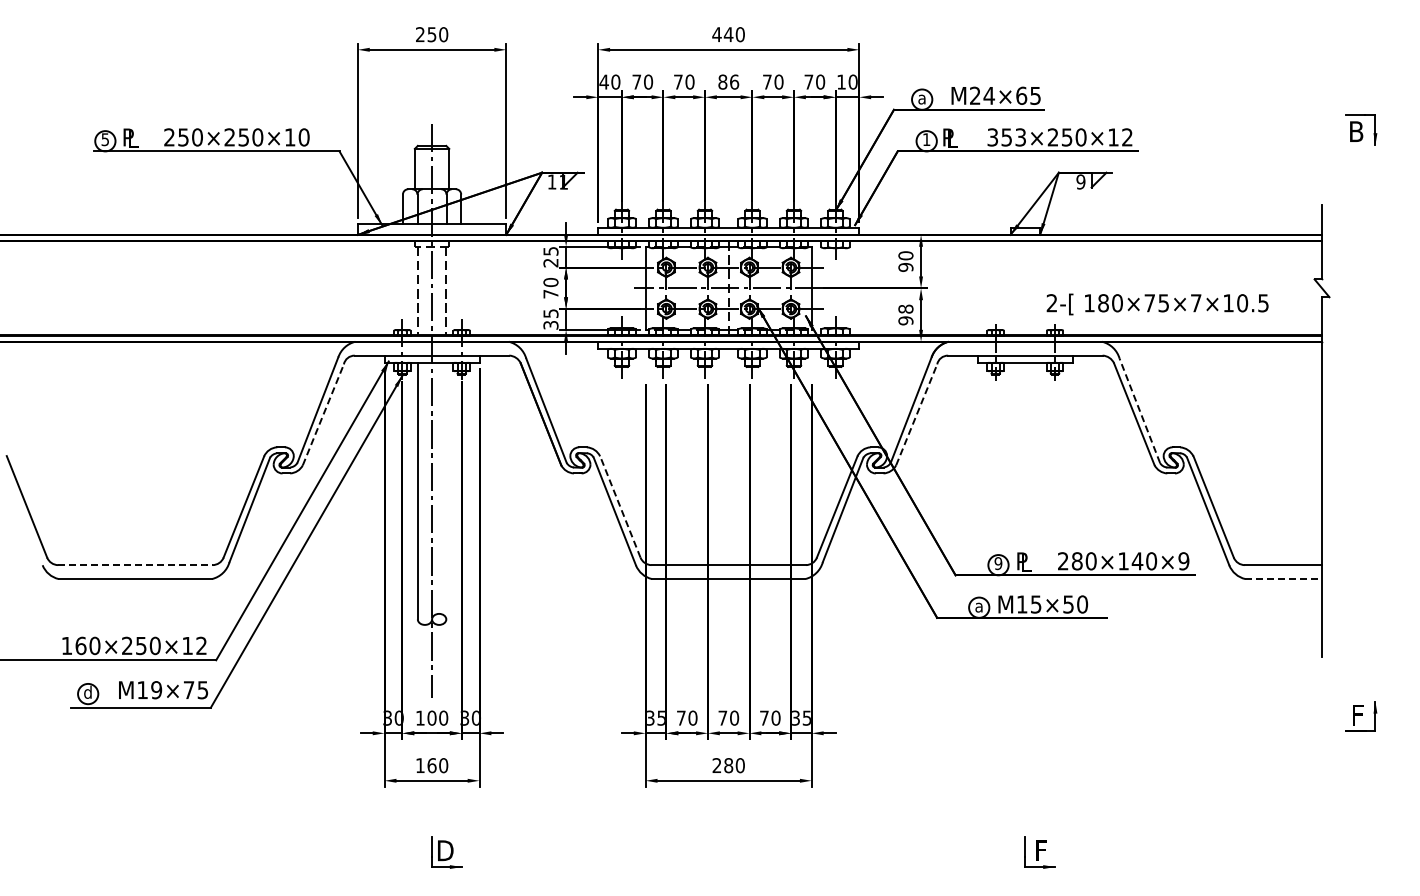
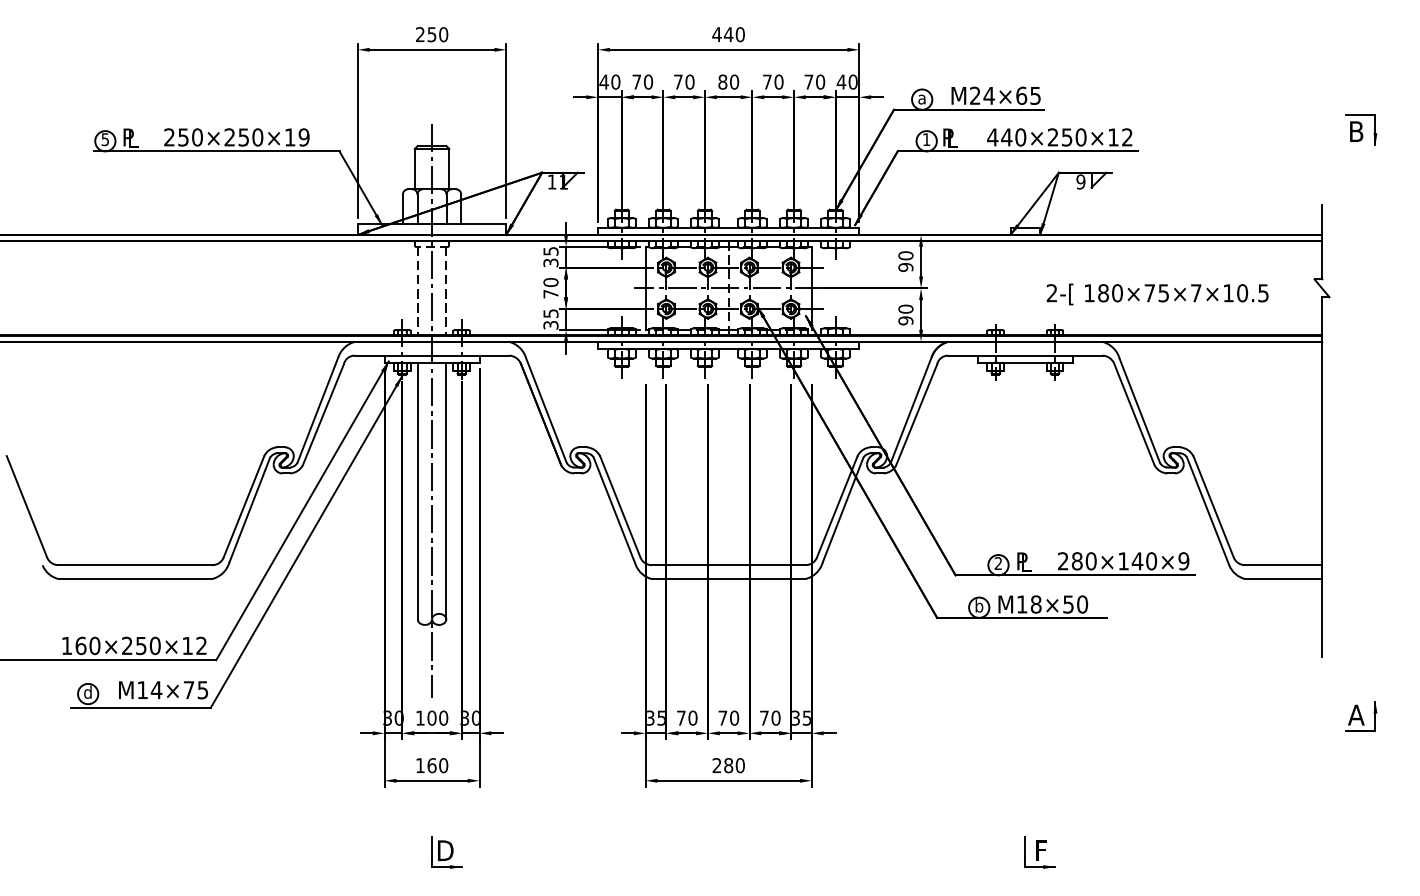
text at (734, 81): 86 -> 80
text at (841, 81): 10 -> 40
text at (303, 137): 250×250×10 -> 250×250×19
text at (1006, 137): 353×250×12 -> 440×250×12
text at (550, 262): 25 -> 35
text at (1157, 304) position: (1157, 304) -> (1157, 294)
text at (905, 308): 98 -> 90
line at (1139, 410): dashed -> solid
line at (323, 414): dashed -> solid
line at (916, 414): dashed -> solid
line at (446, 490): none -> present
line at (620, 506): dashed -> solid
text at (998, 563): 9 -> 2
line at (135, 565): dashed -> solid
line at (1284, 579): dashed -> solid
text at (1035, 604): M15×50 -> M18×50
text at (979, 605): a -> b
text at (156, 690): M19×75 -> M14×75
text at (1356, 714): F -> A
